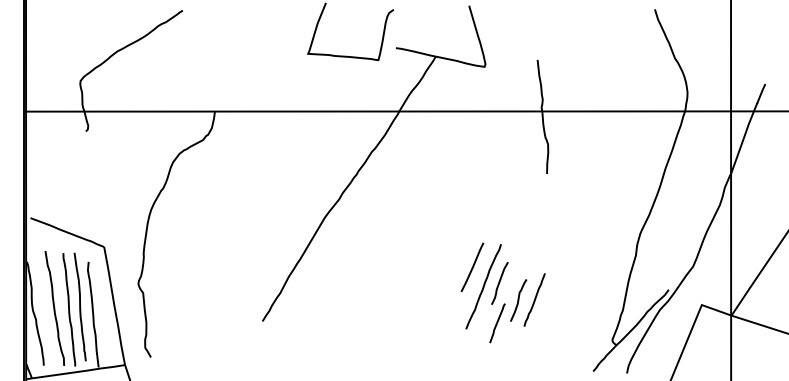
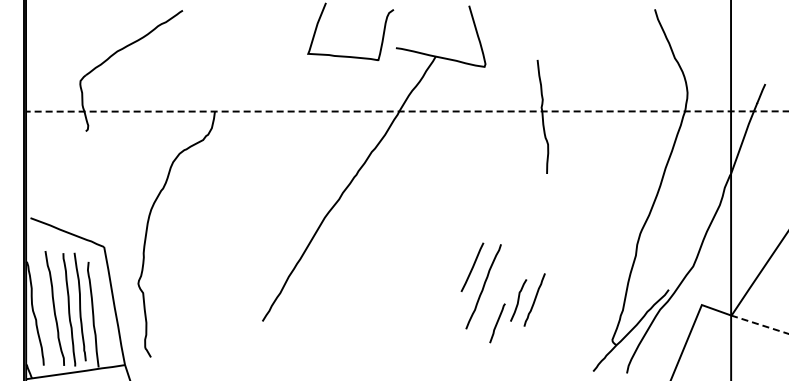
line at (407, 111): solid -> dashed
curve at (499, 283): present -> none
line at (759, 324): solid -> dashed
